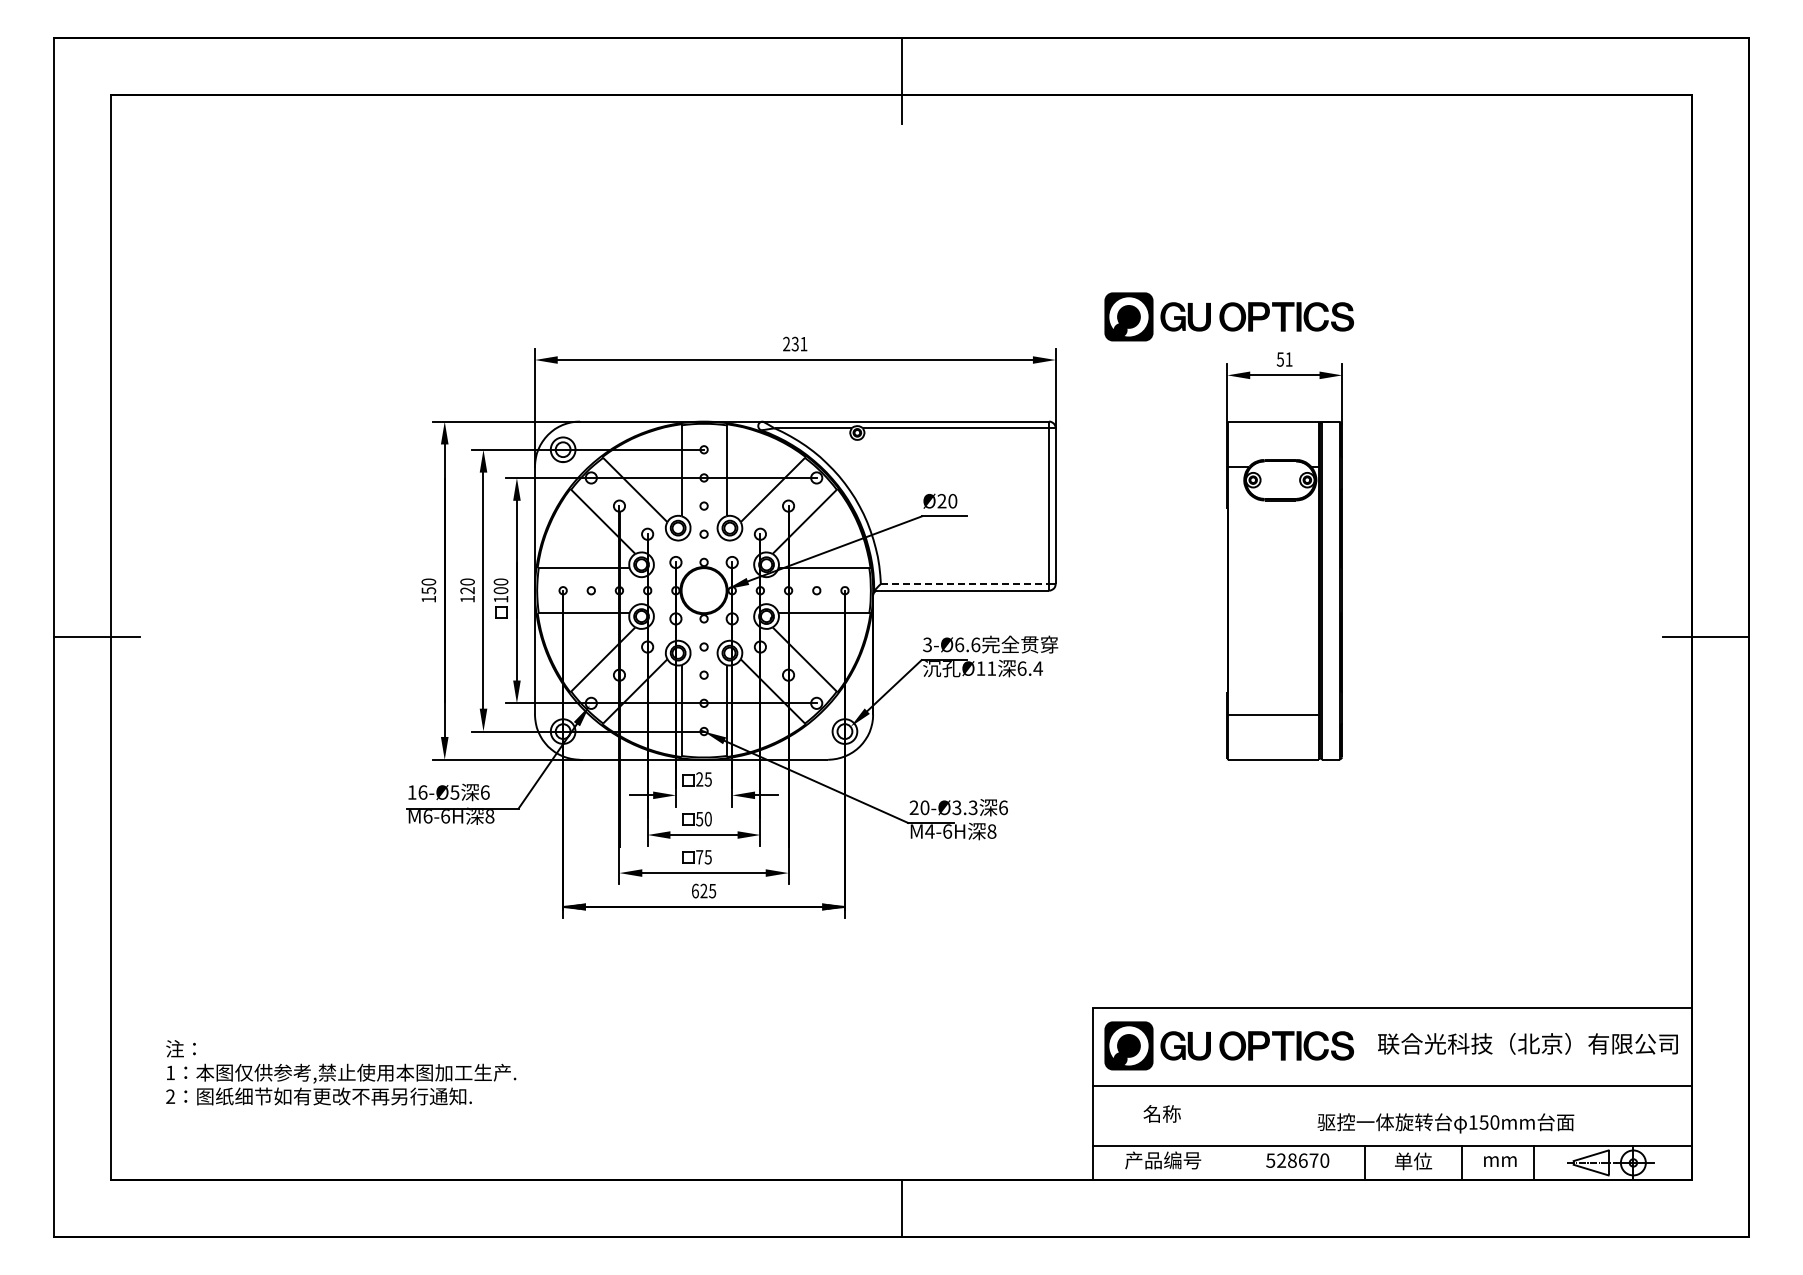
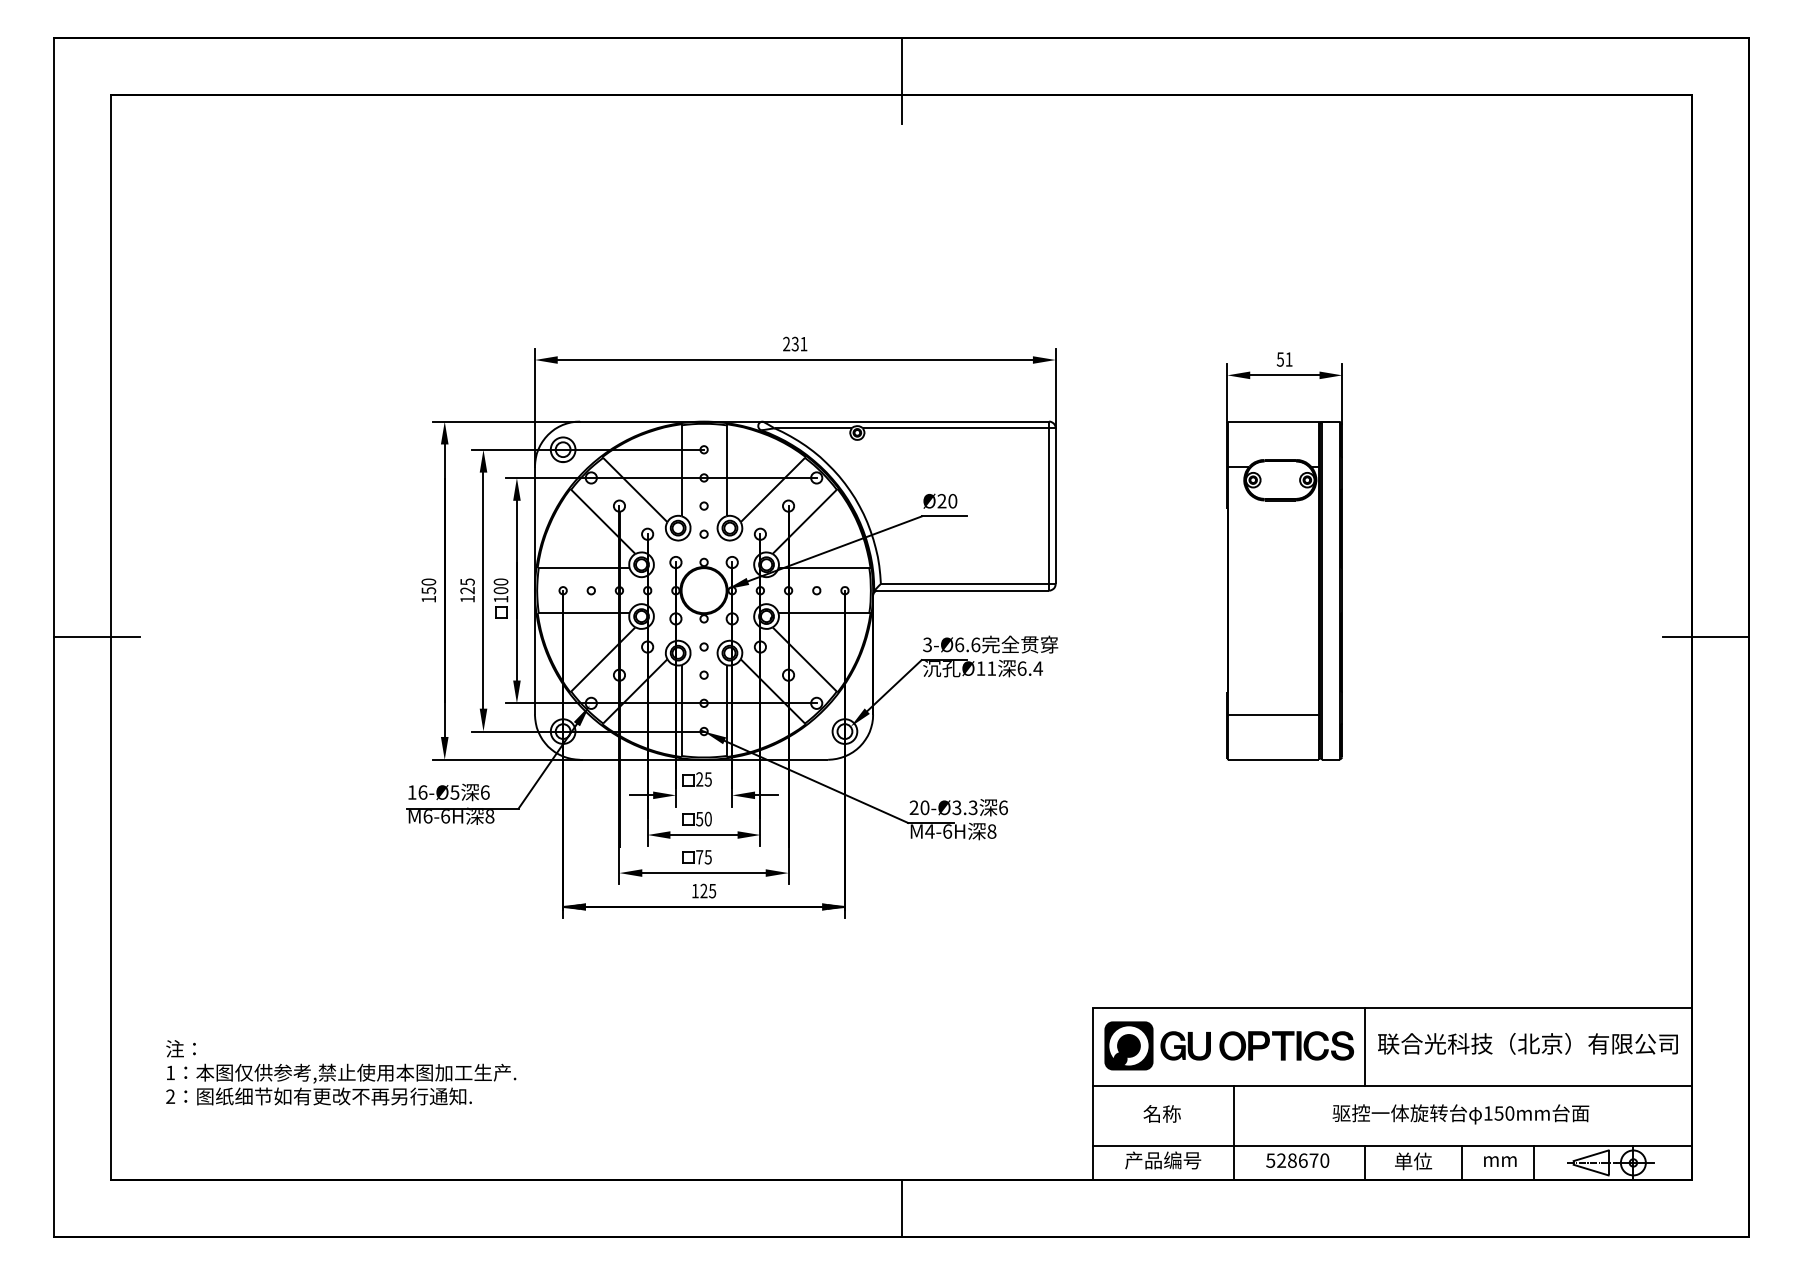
part at (1228, 316): present -> none
text at (467, 581): 120 -> 125
line at (965, 583): dashed -> solid
text at (695, 890): 625 -> 125
line at (1364, 1046): none -> present
text at (1445, 1123) position: (1445, 1123) -> (1460, 1114)
line at (1233, 1132): none -> present
